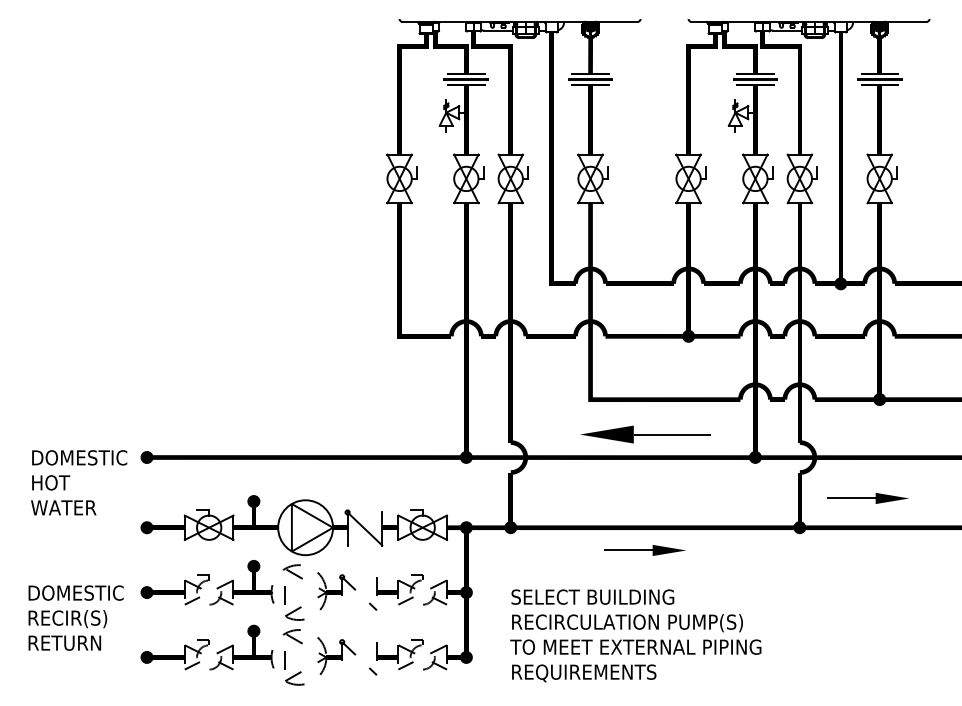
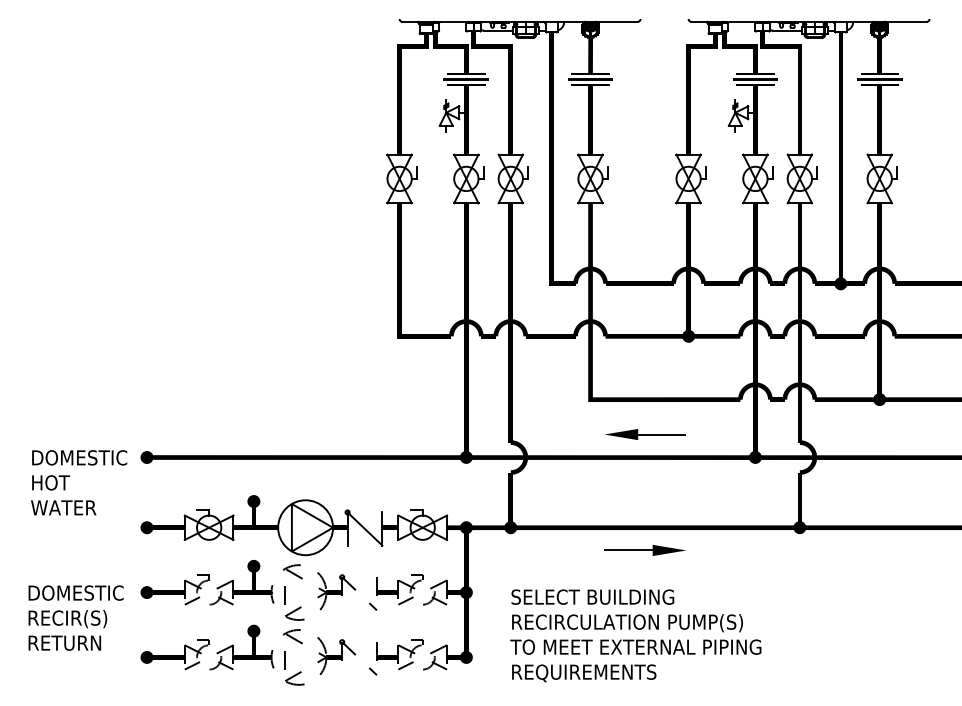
part at (645, 434) size: 131x19 px -> 81x11 px
part at (867, 498): present -> none
